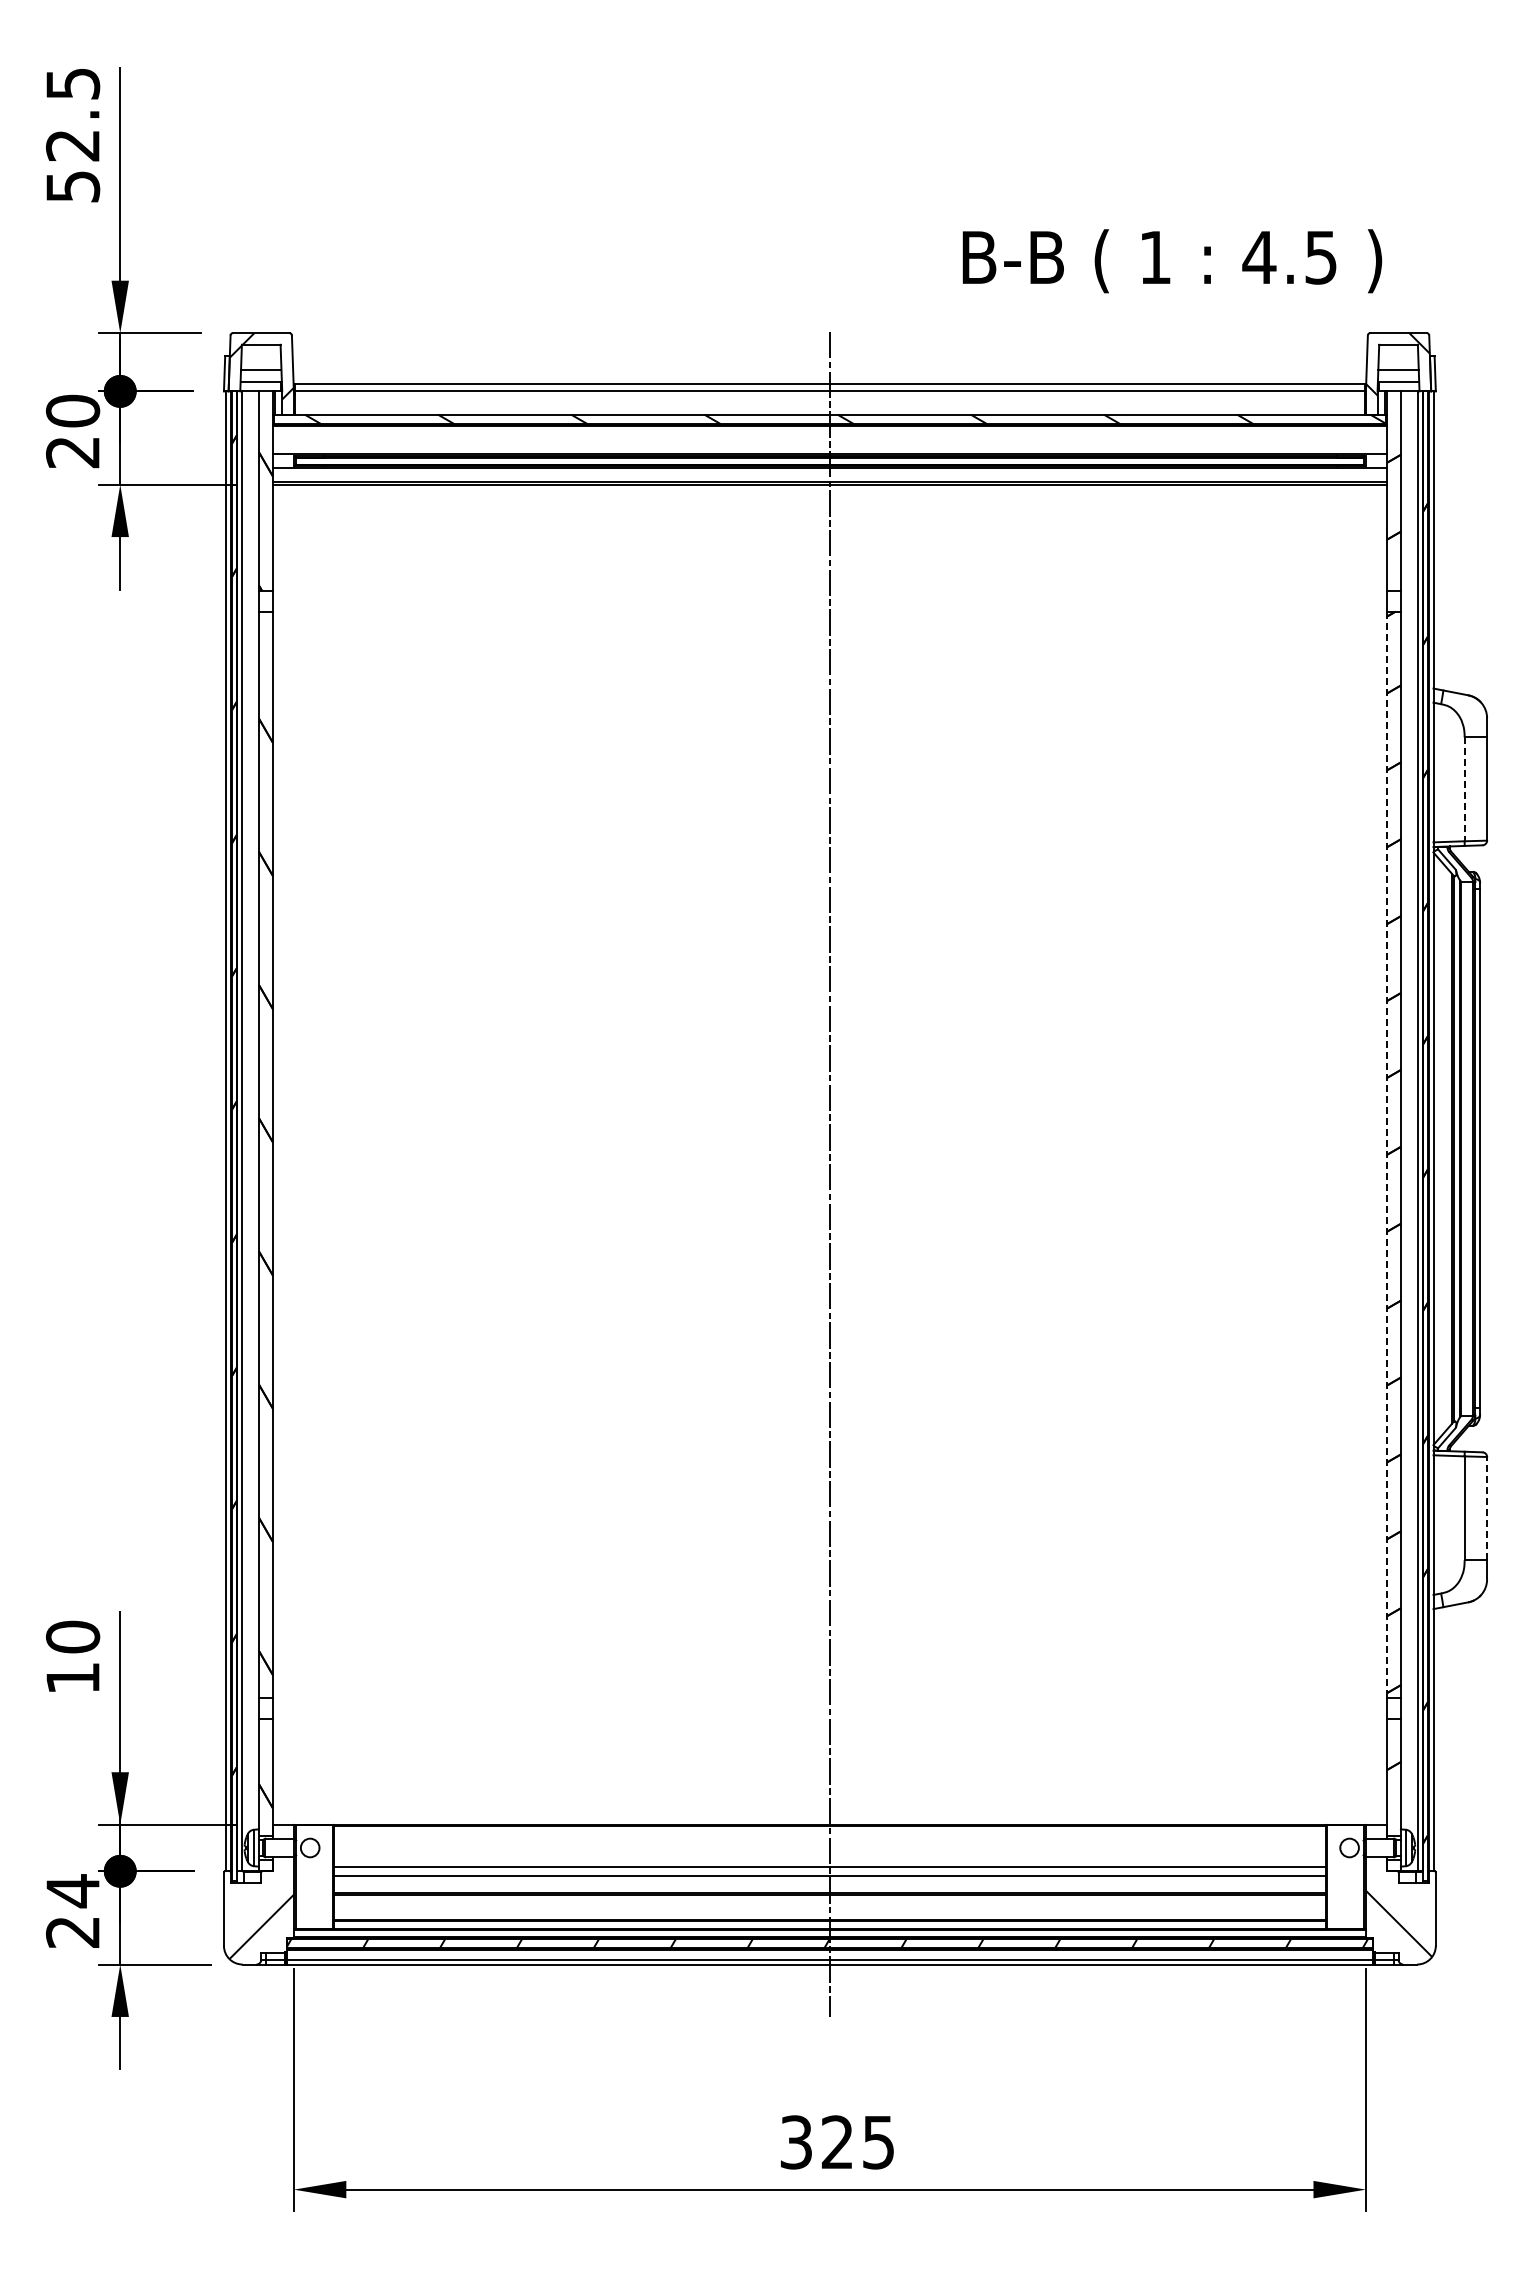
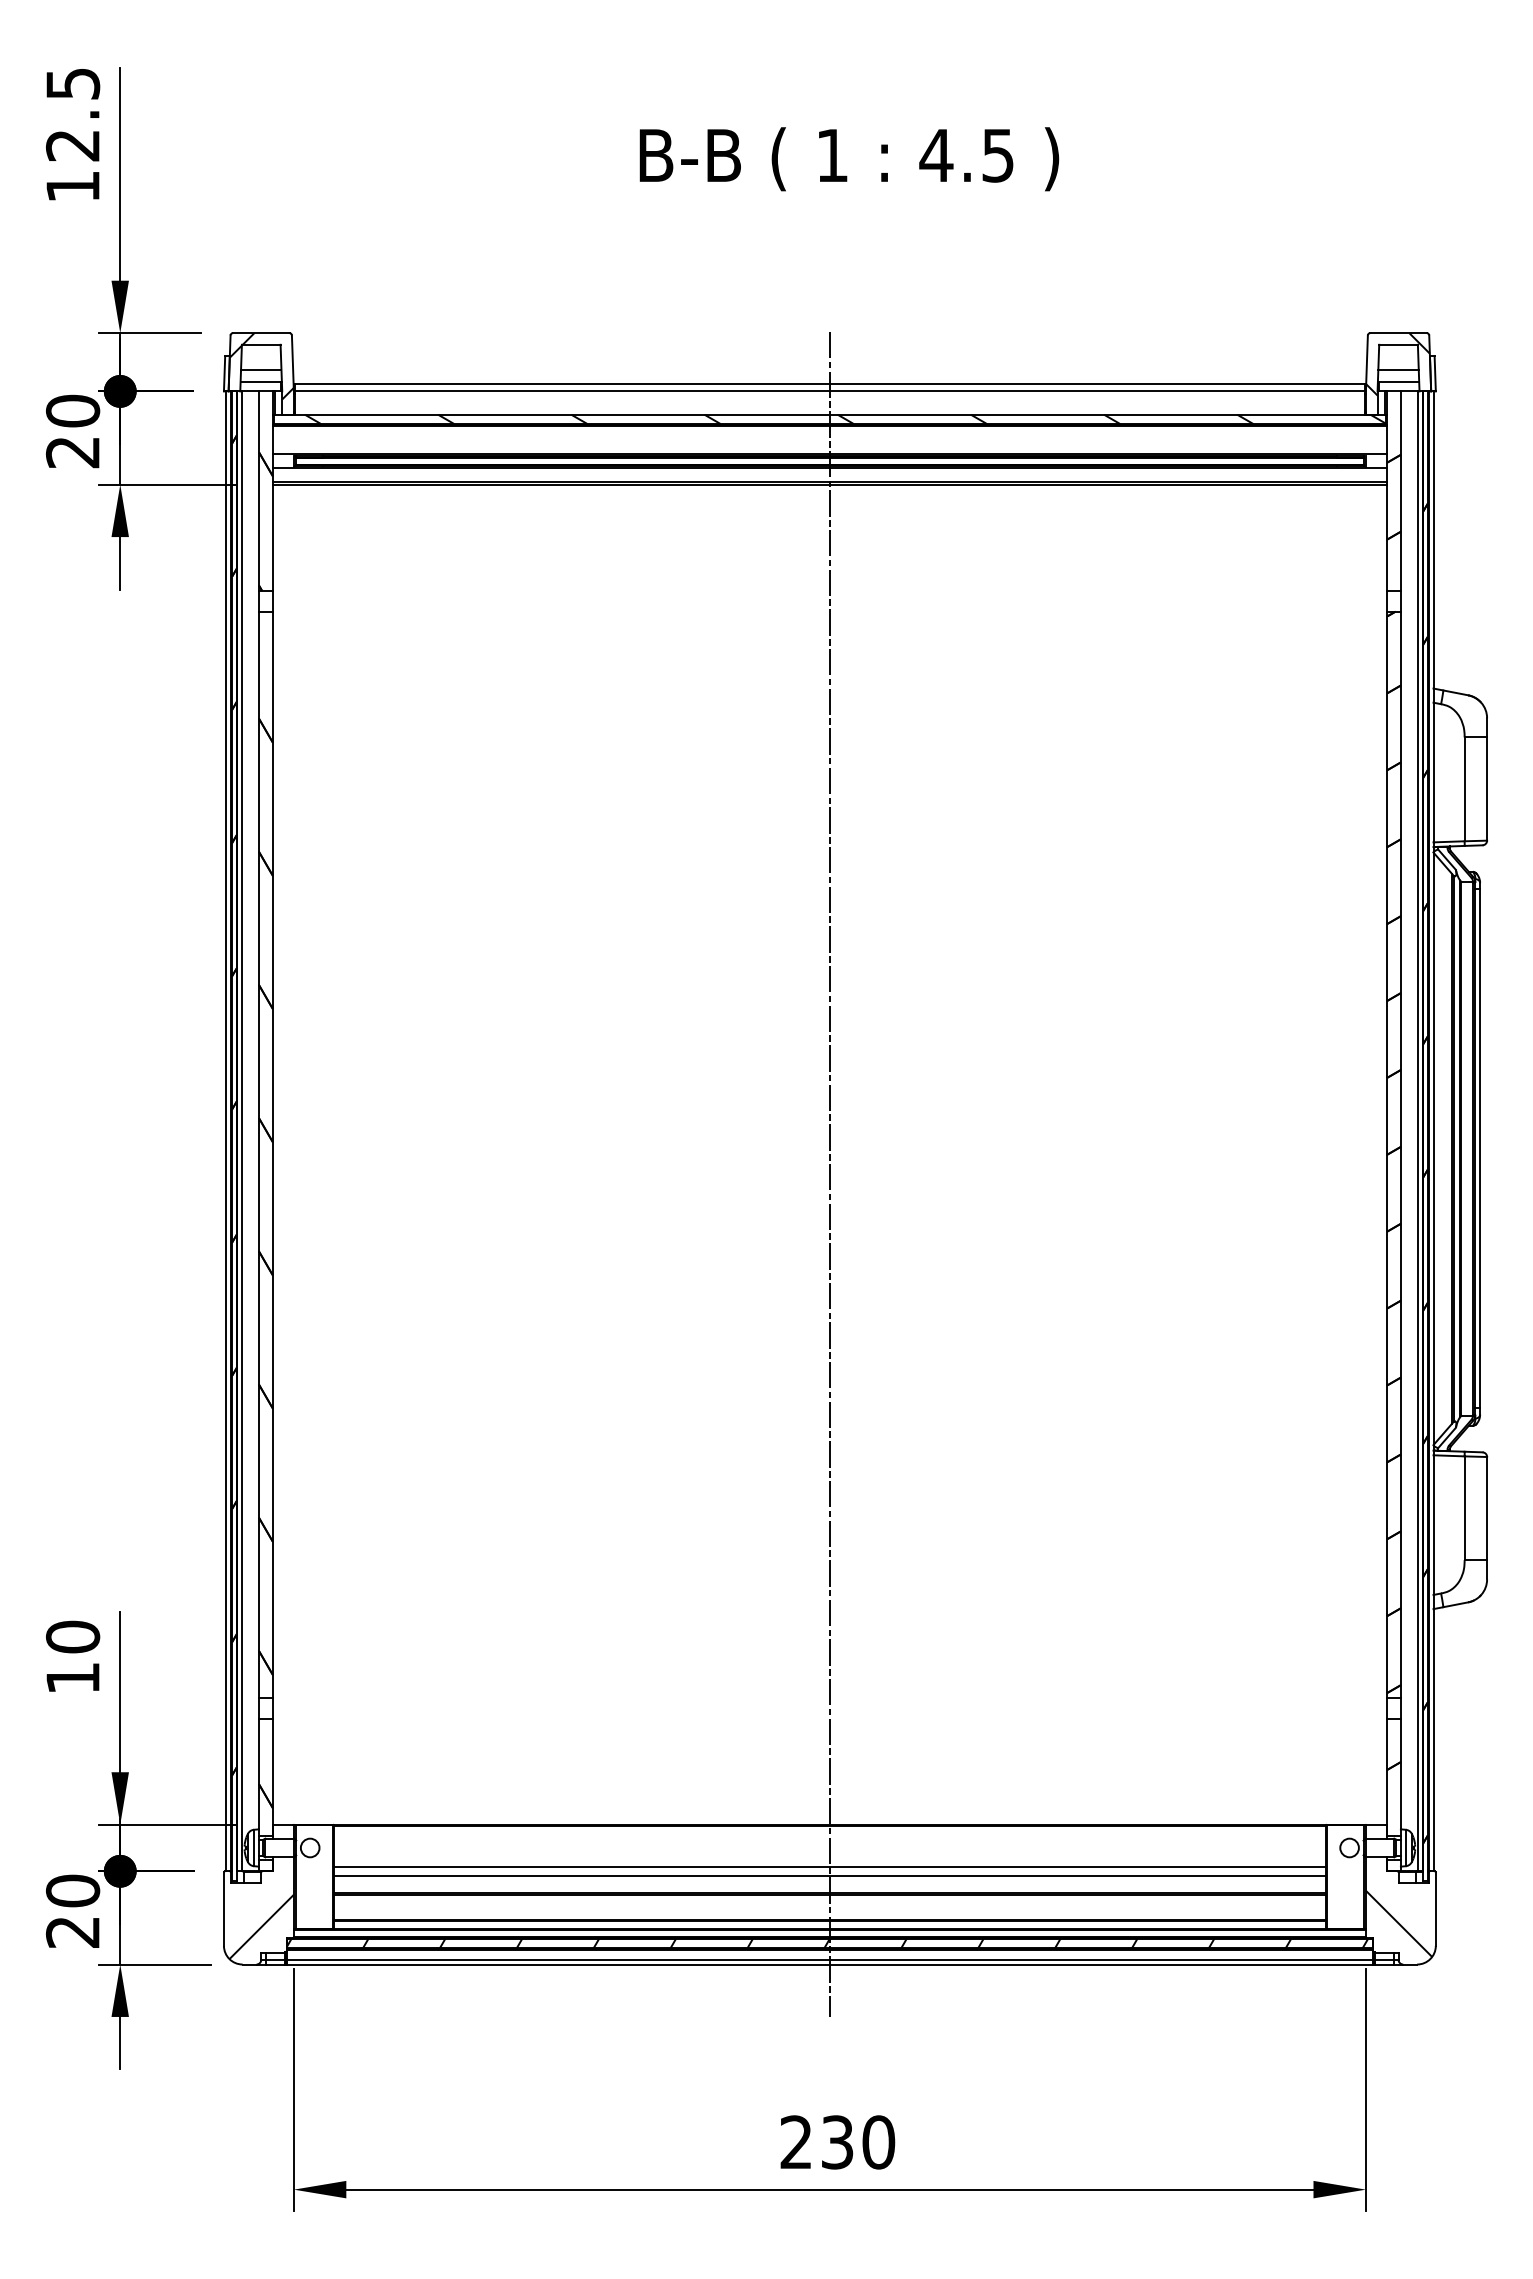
text at (73, 186): 52.5 -> 12.5
text at (1172, 261) position: (1172, 261) -> (849, 159)
line at (1464, 789): dashed -> solid
line at (1386, 1155): dashed -> solid
line at (1487, 1508): dashed -> solid
text at (73, 1891): 24 -> 20
text at (837, 2142): 325 -> 230
